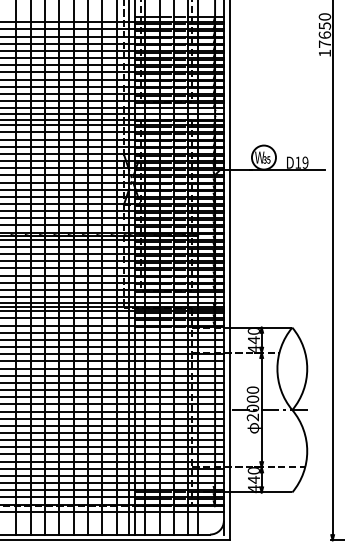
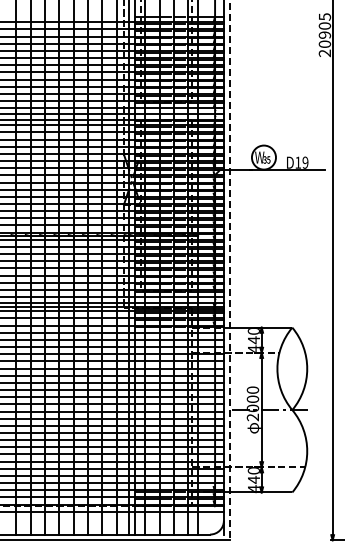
text at (324, 35): 17650 -> 20905
line at (229, 270): solid -> dashed
